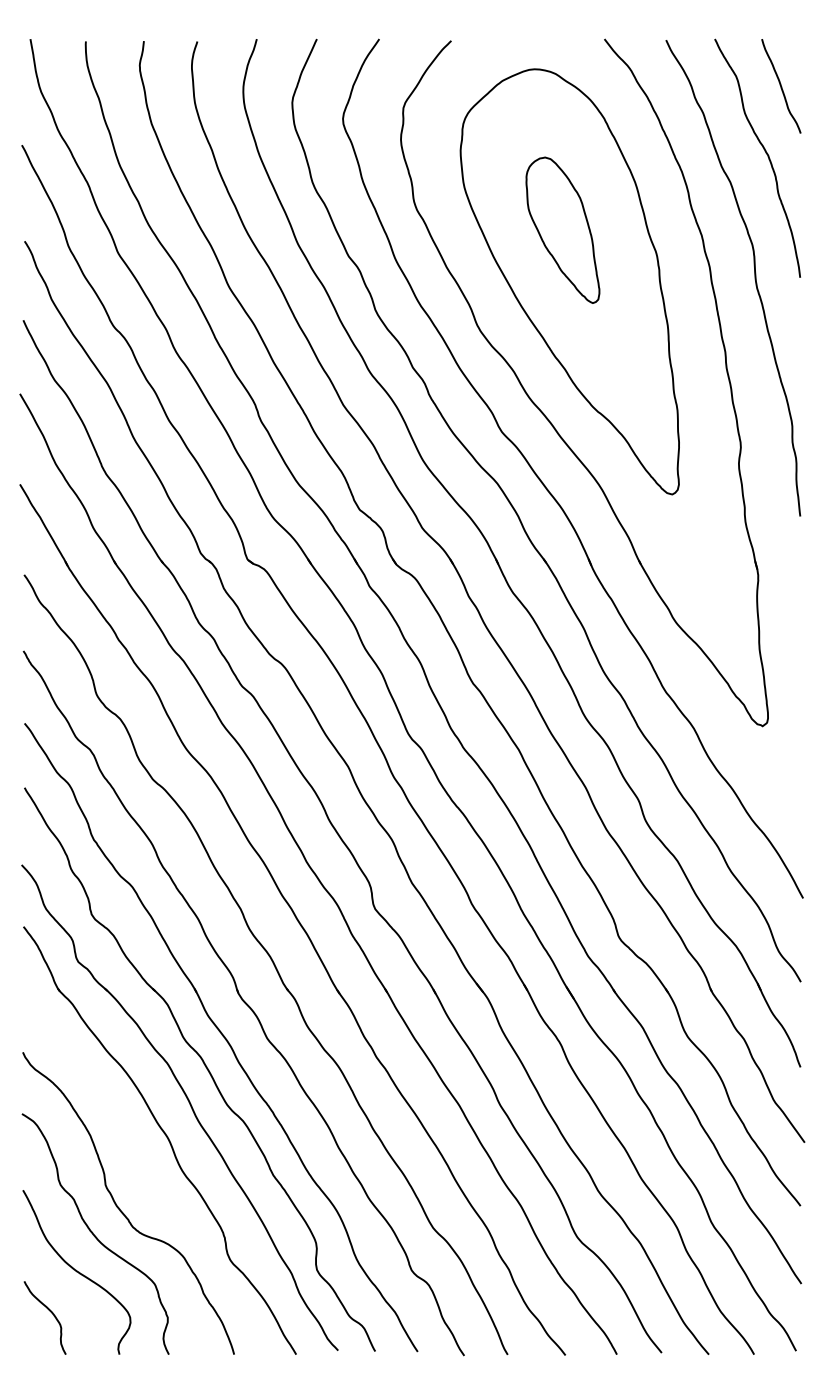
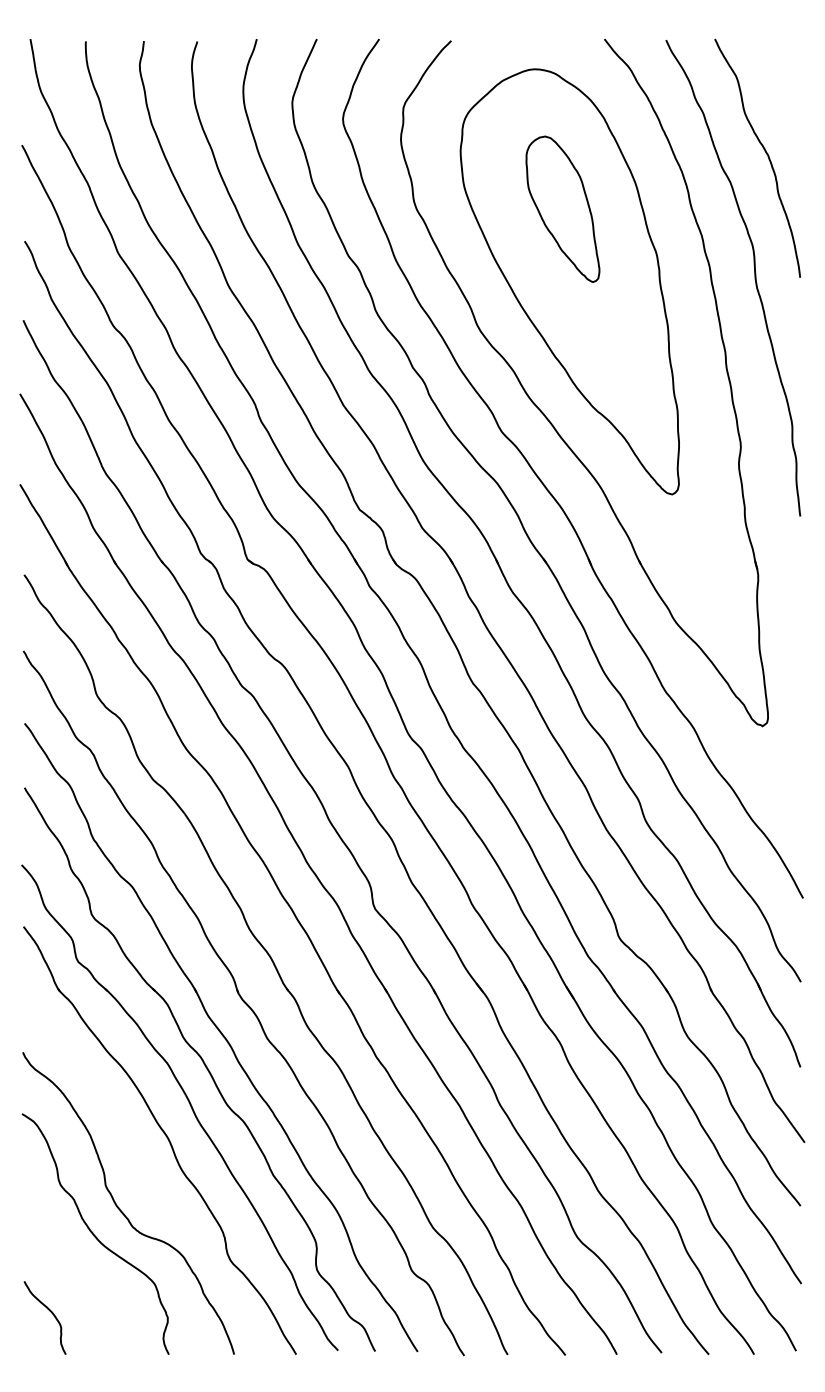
curve at (781, 86): present -> none
part at (562, 229) position: (562, 229) -> (562, 208)
curve at (76, 1272): present -> none
